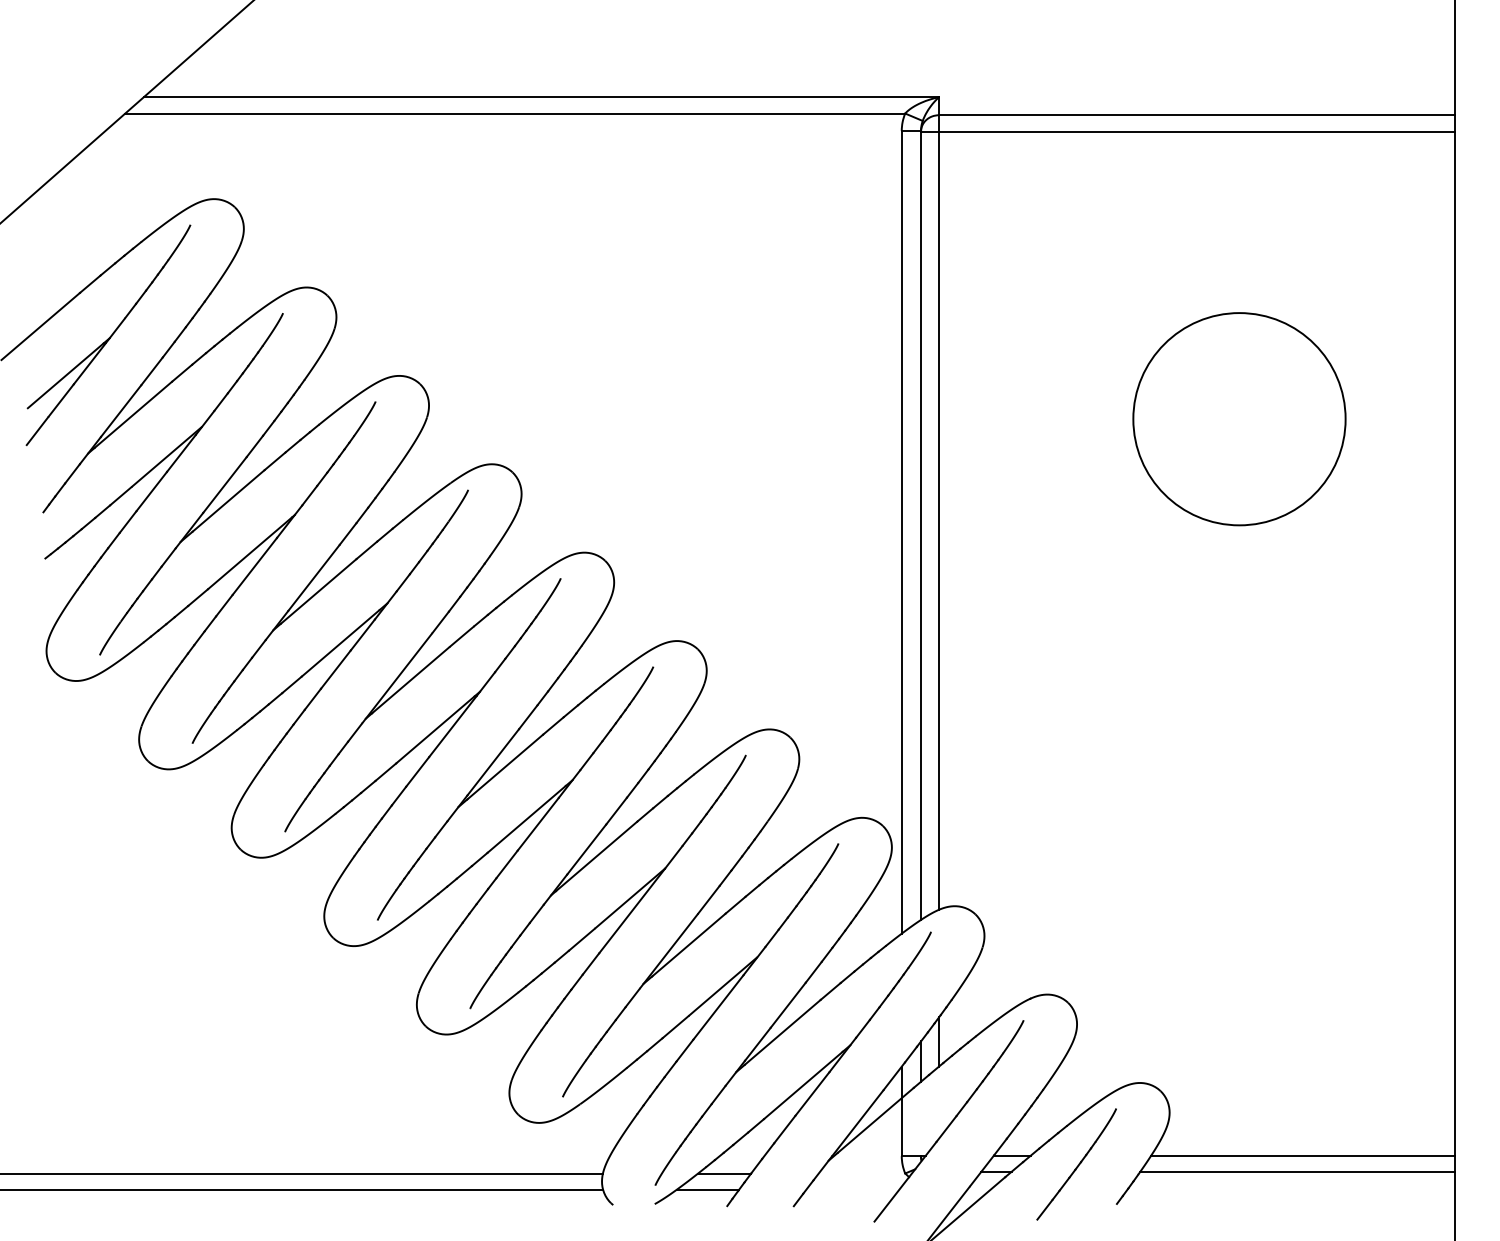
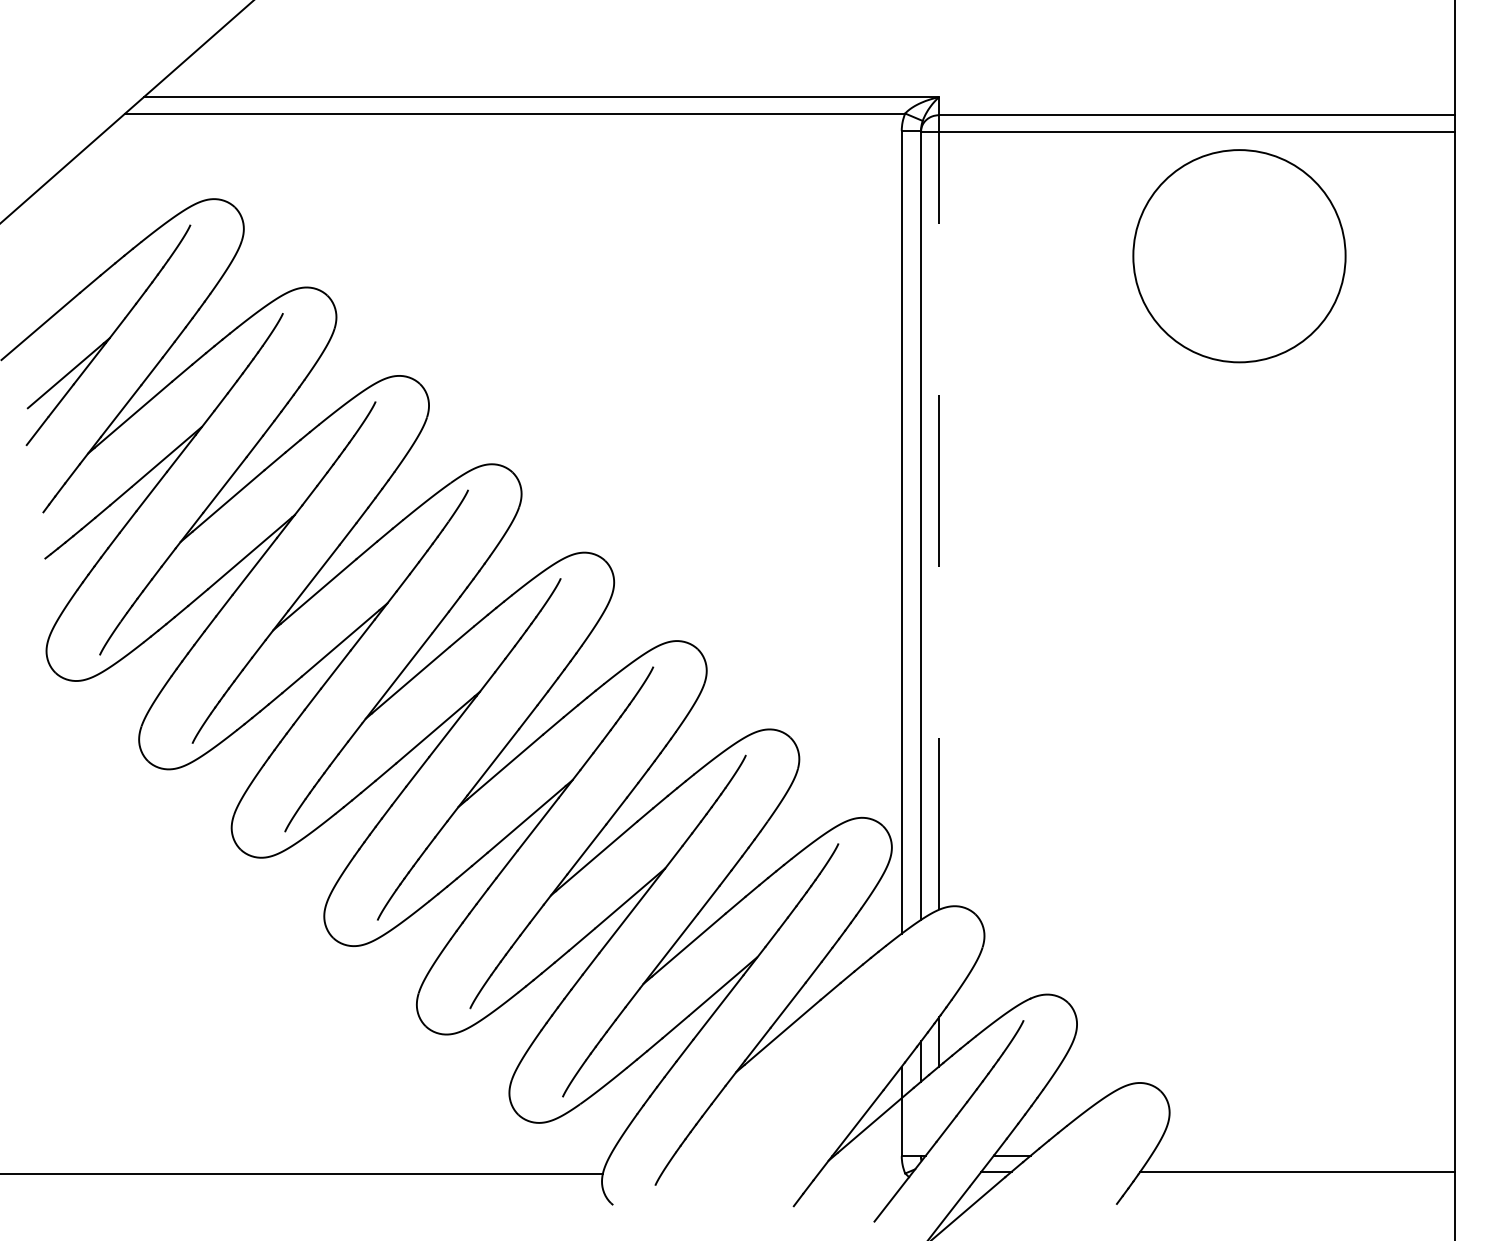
circle at (1239, 419) position: (1239, 419) -> (1239, 256)
line at (939, 503): solid -> dashed
part at (802, 1084): present -> none
line at (1302, 1155): present -> none
part at (1076, 1164): present -> none
line at (302, 1189): present -> none
